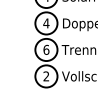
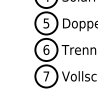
text at (46, 23): 4 -> 5
text at (46, 76): 2 -> 7
